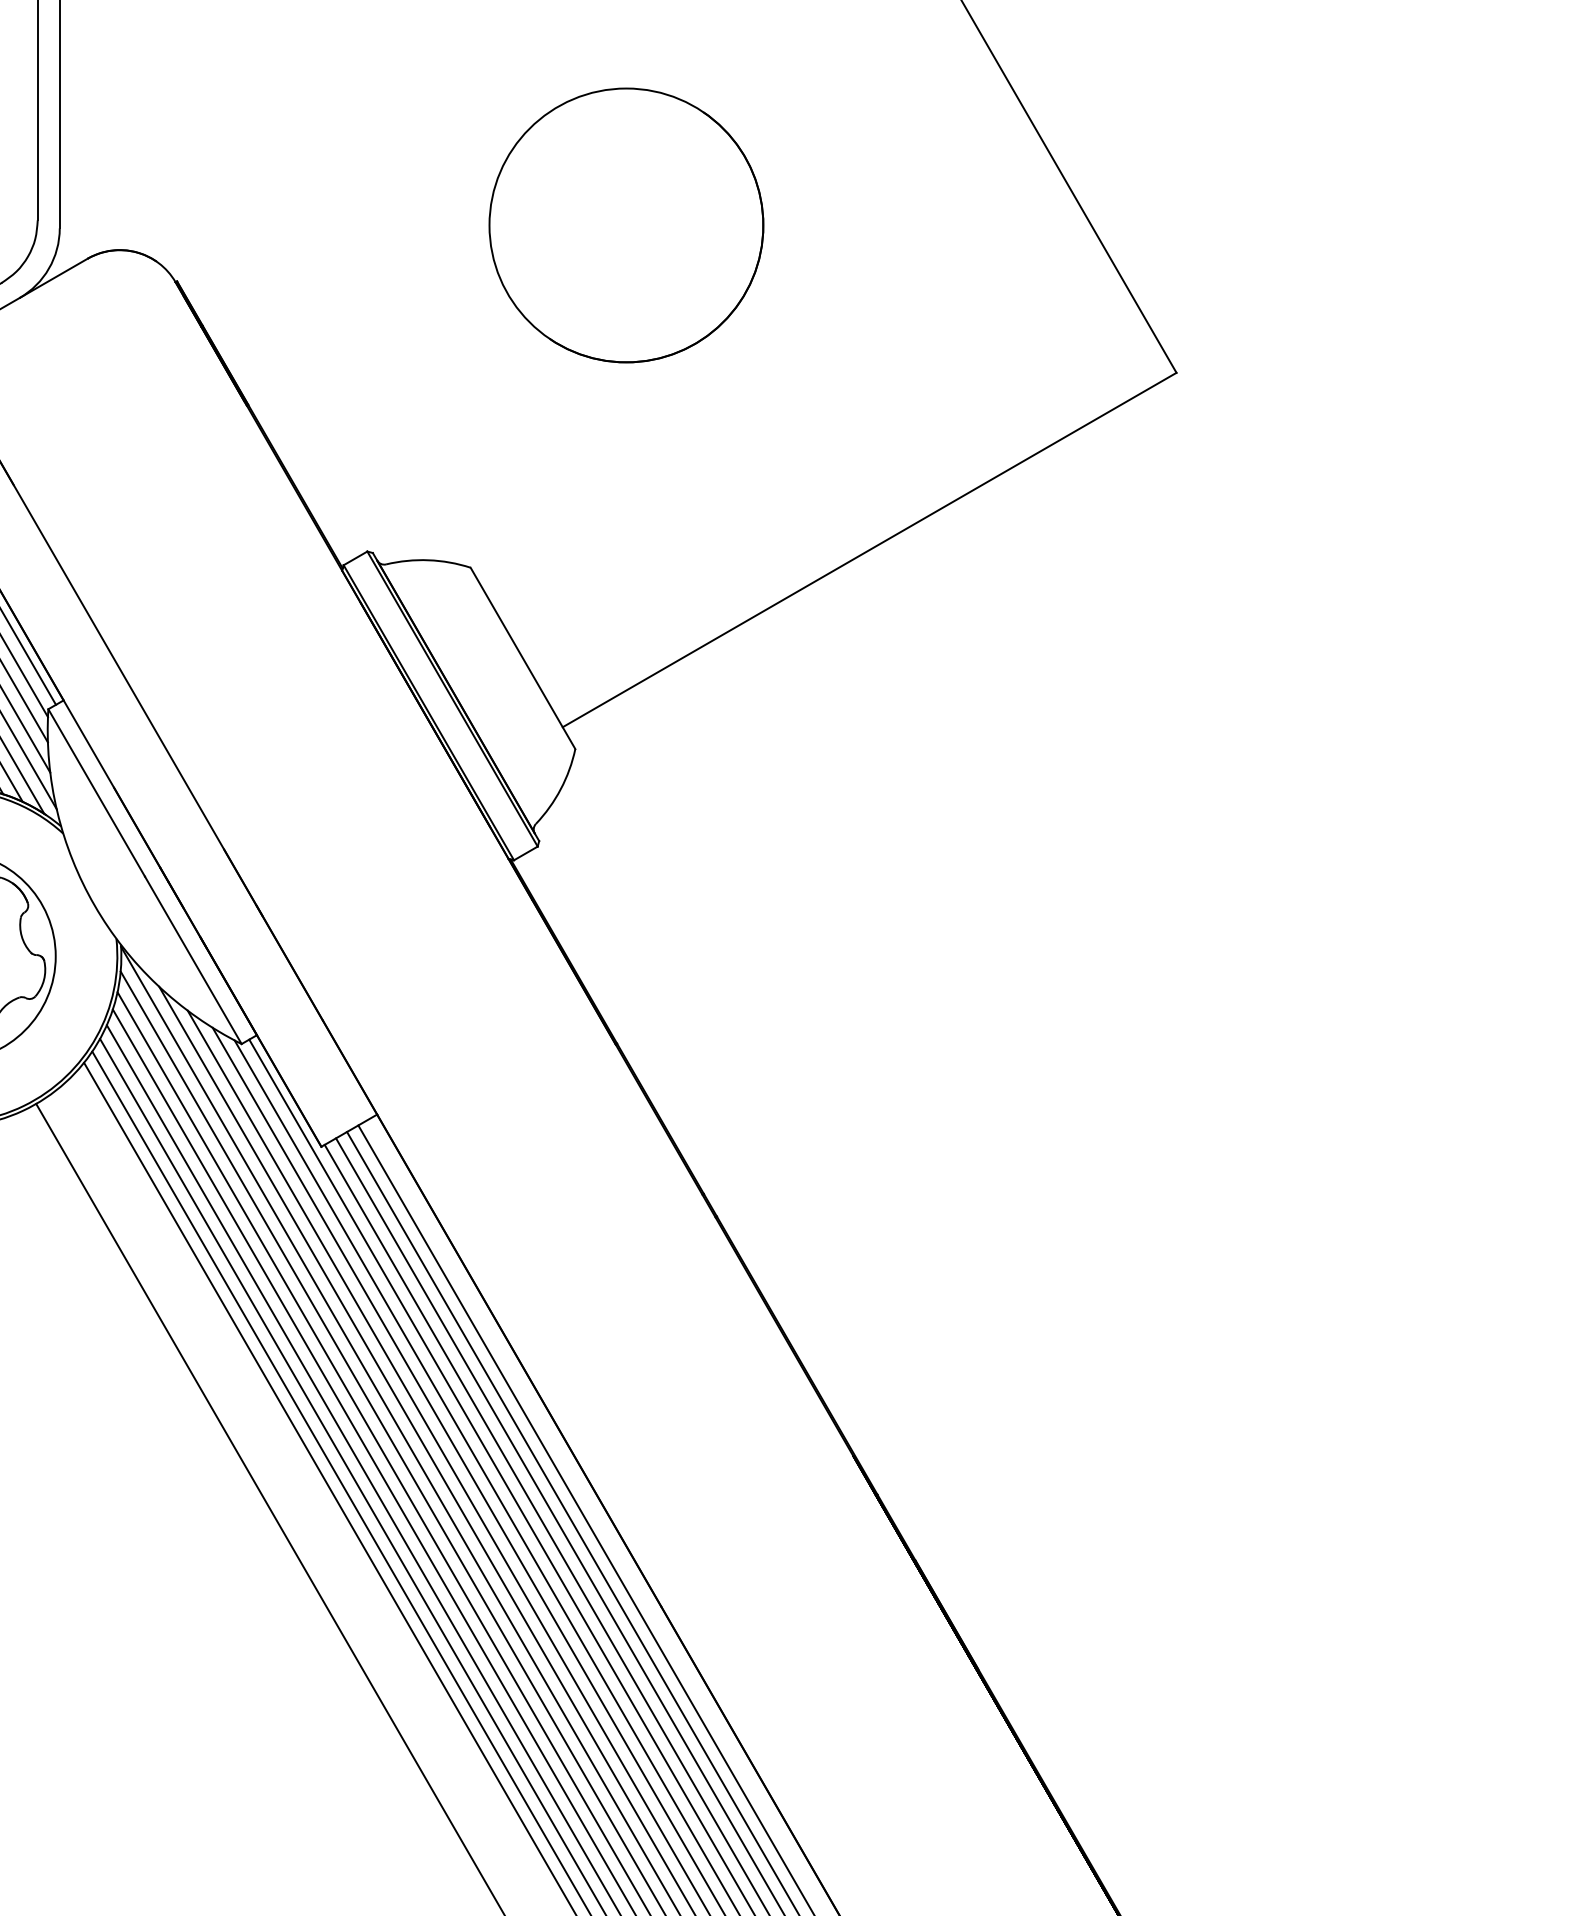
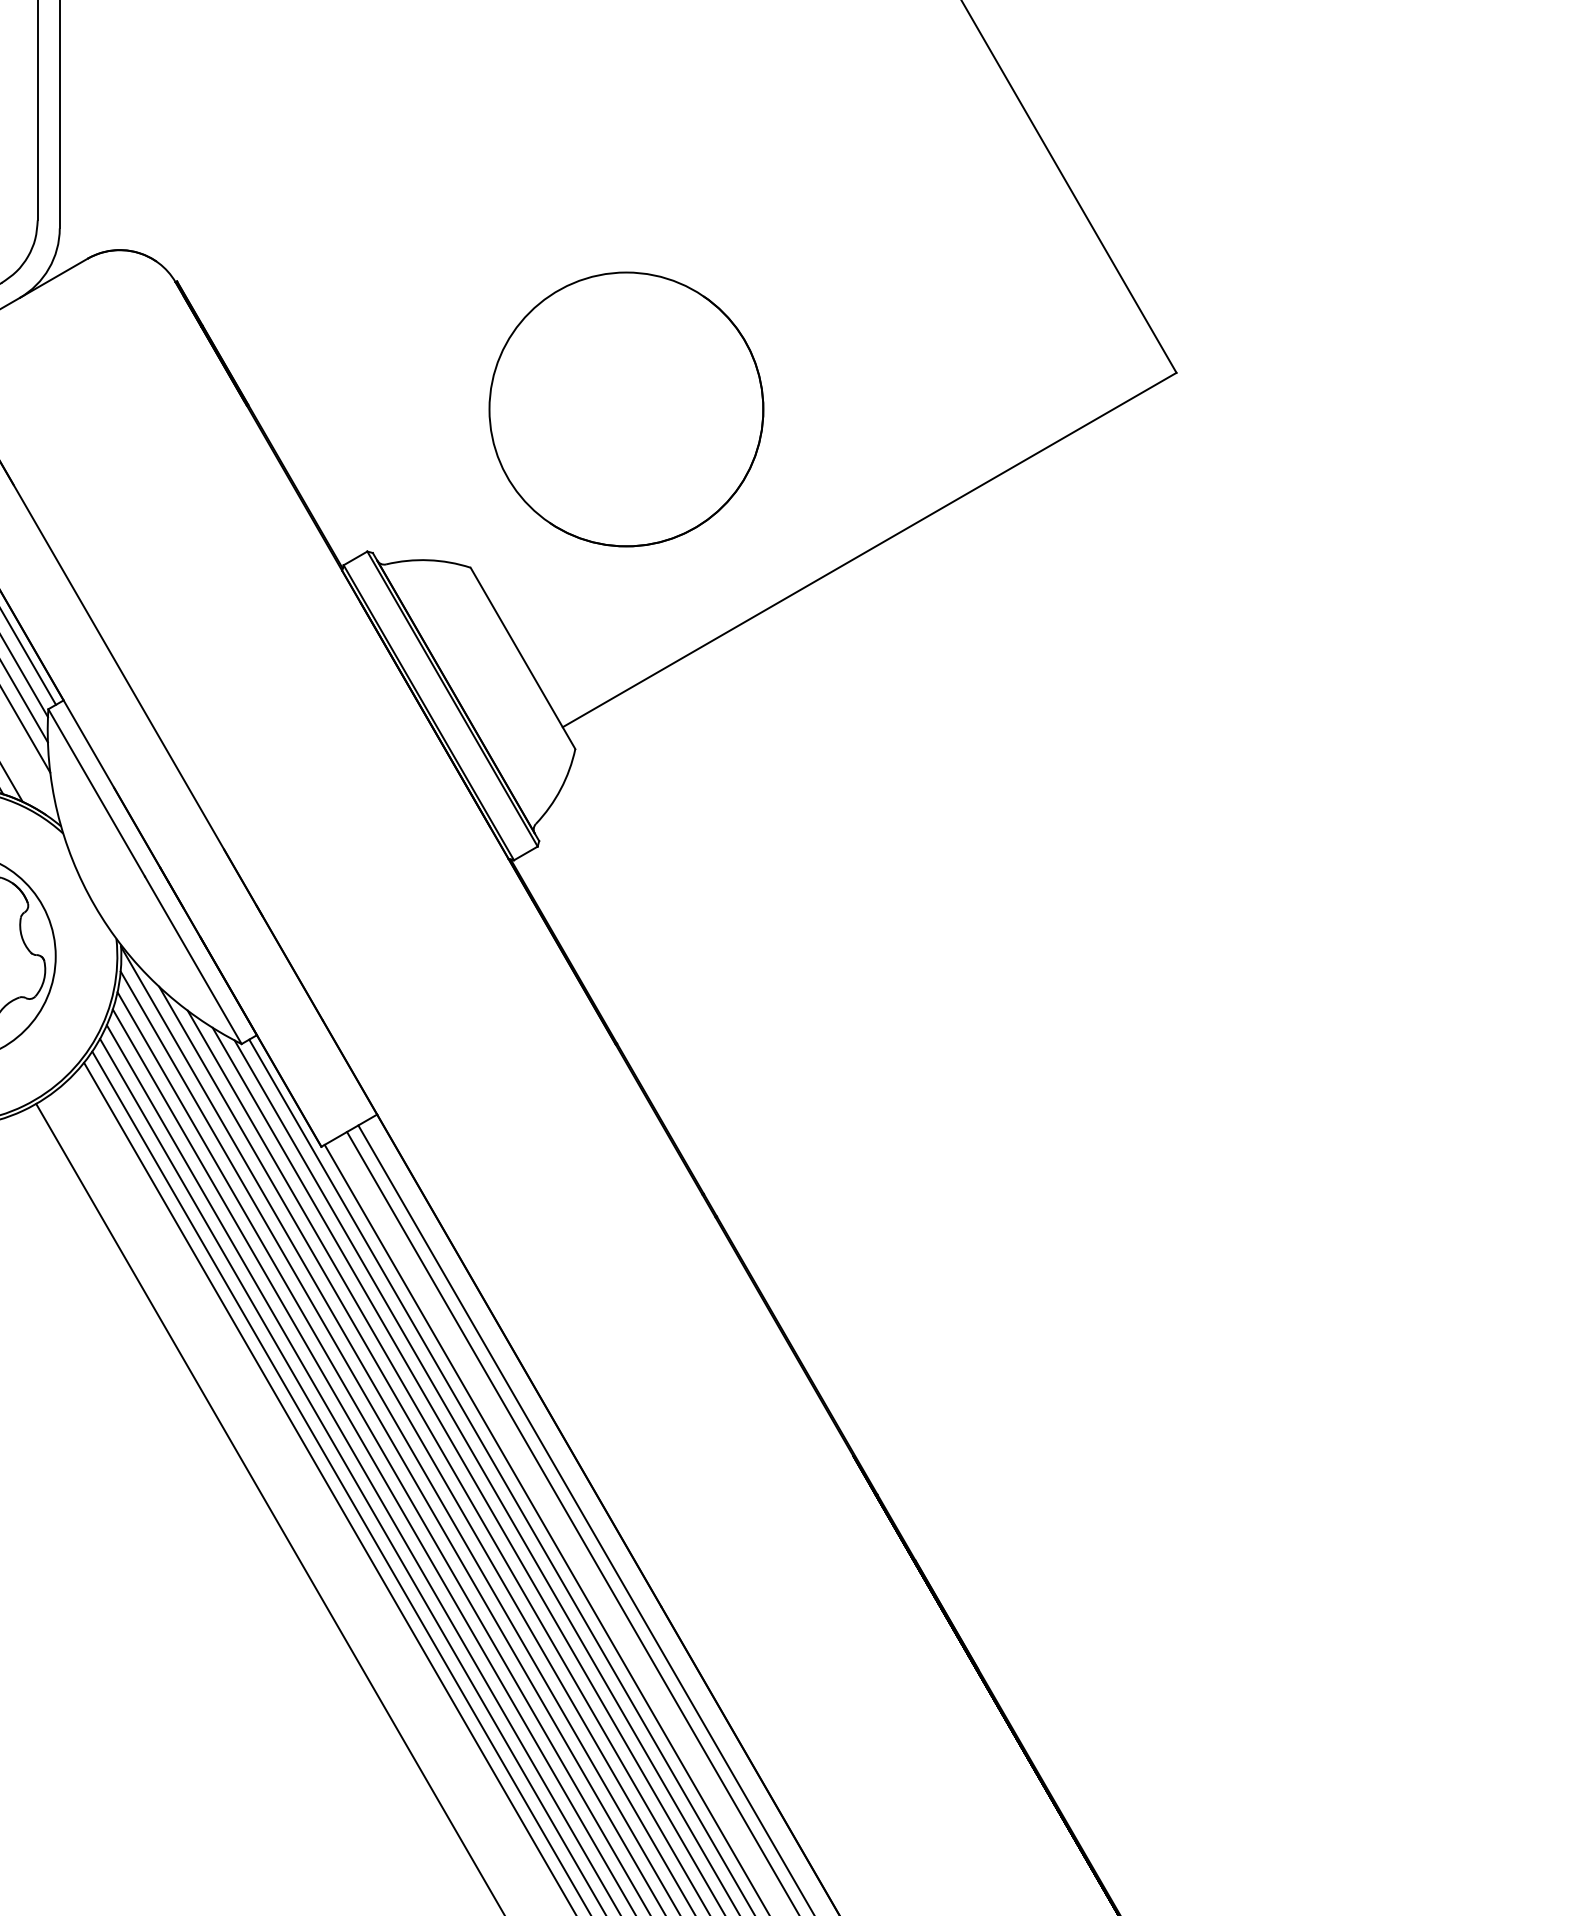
part at (626, 225) position: (626, 225) -> (626, 409)
line at (29, 761): present -> none
line at (23, 776): present -> none
line at (559, 1525): present -> none
